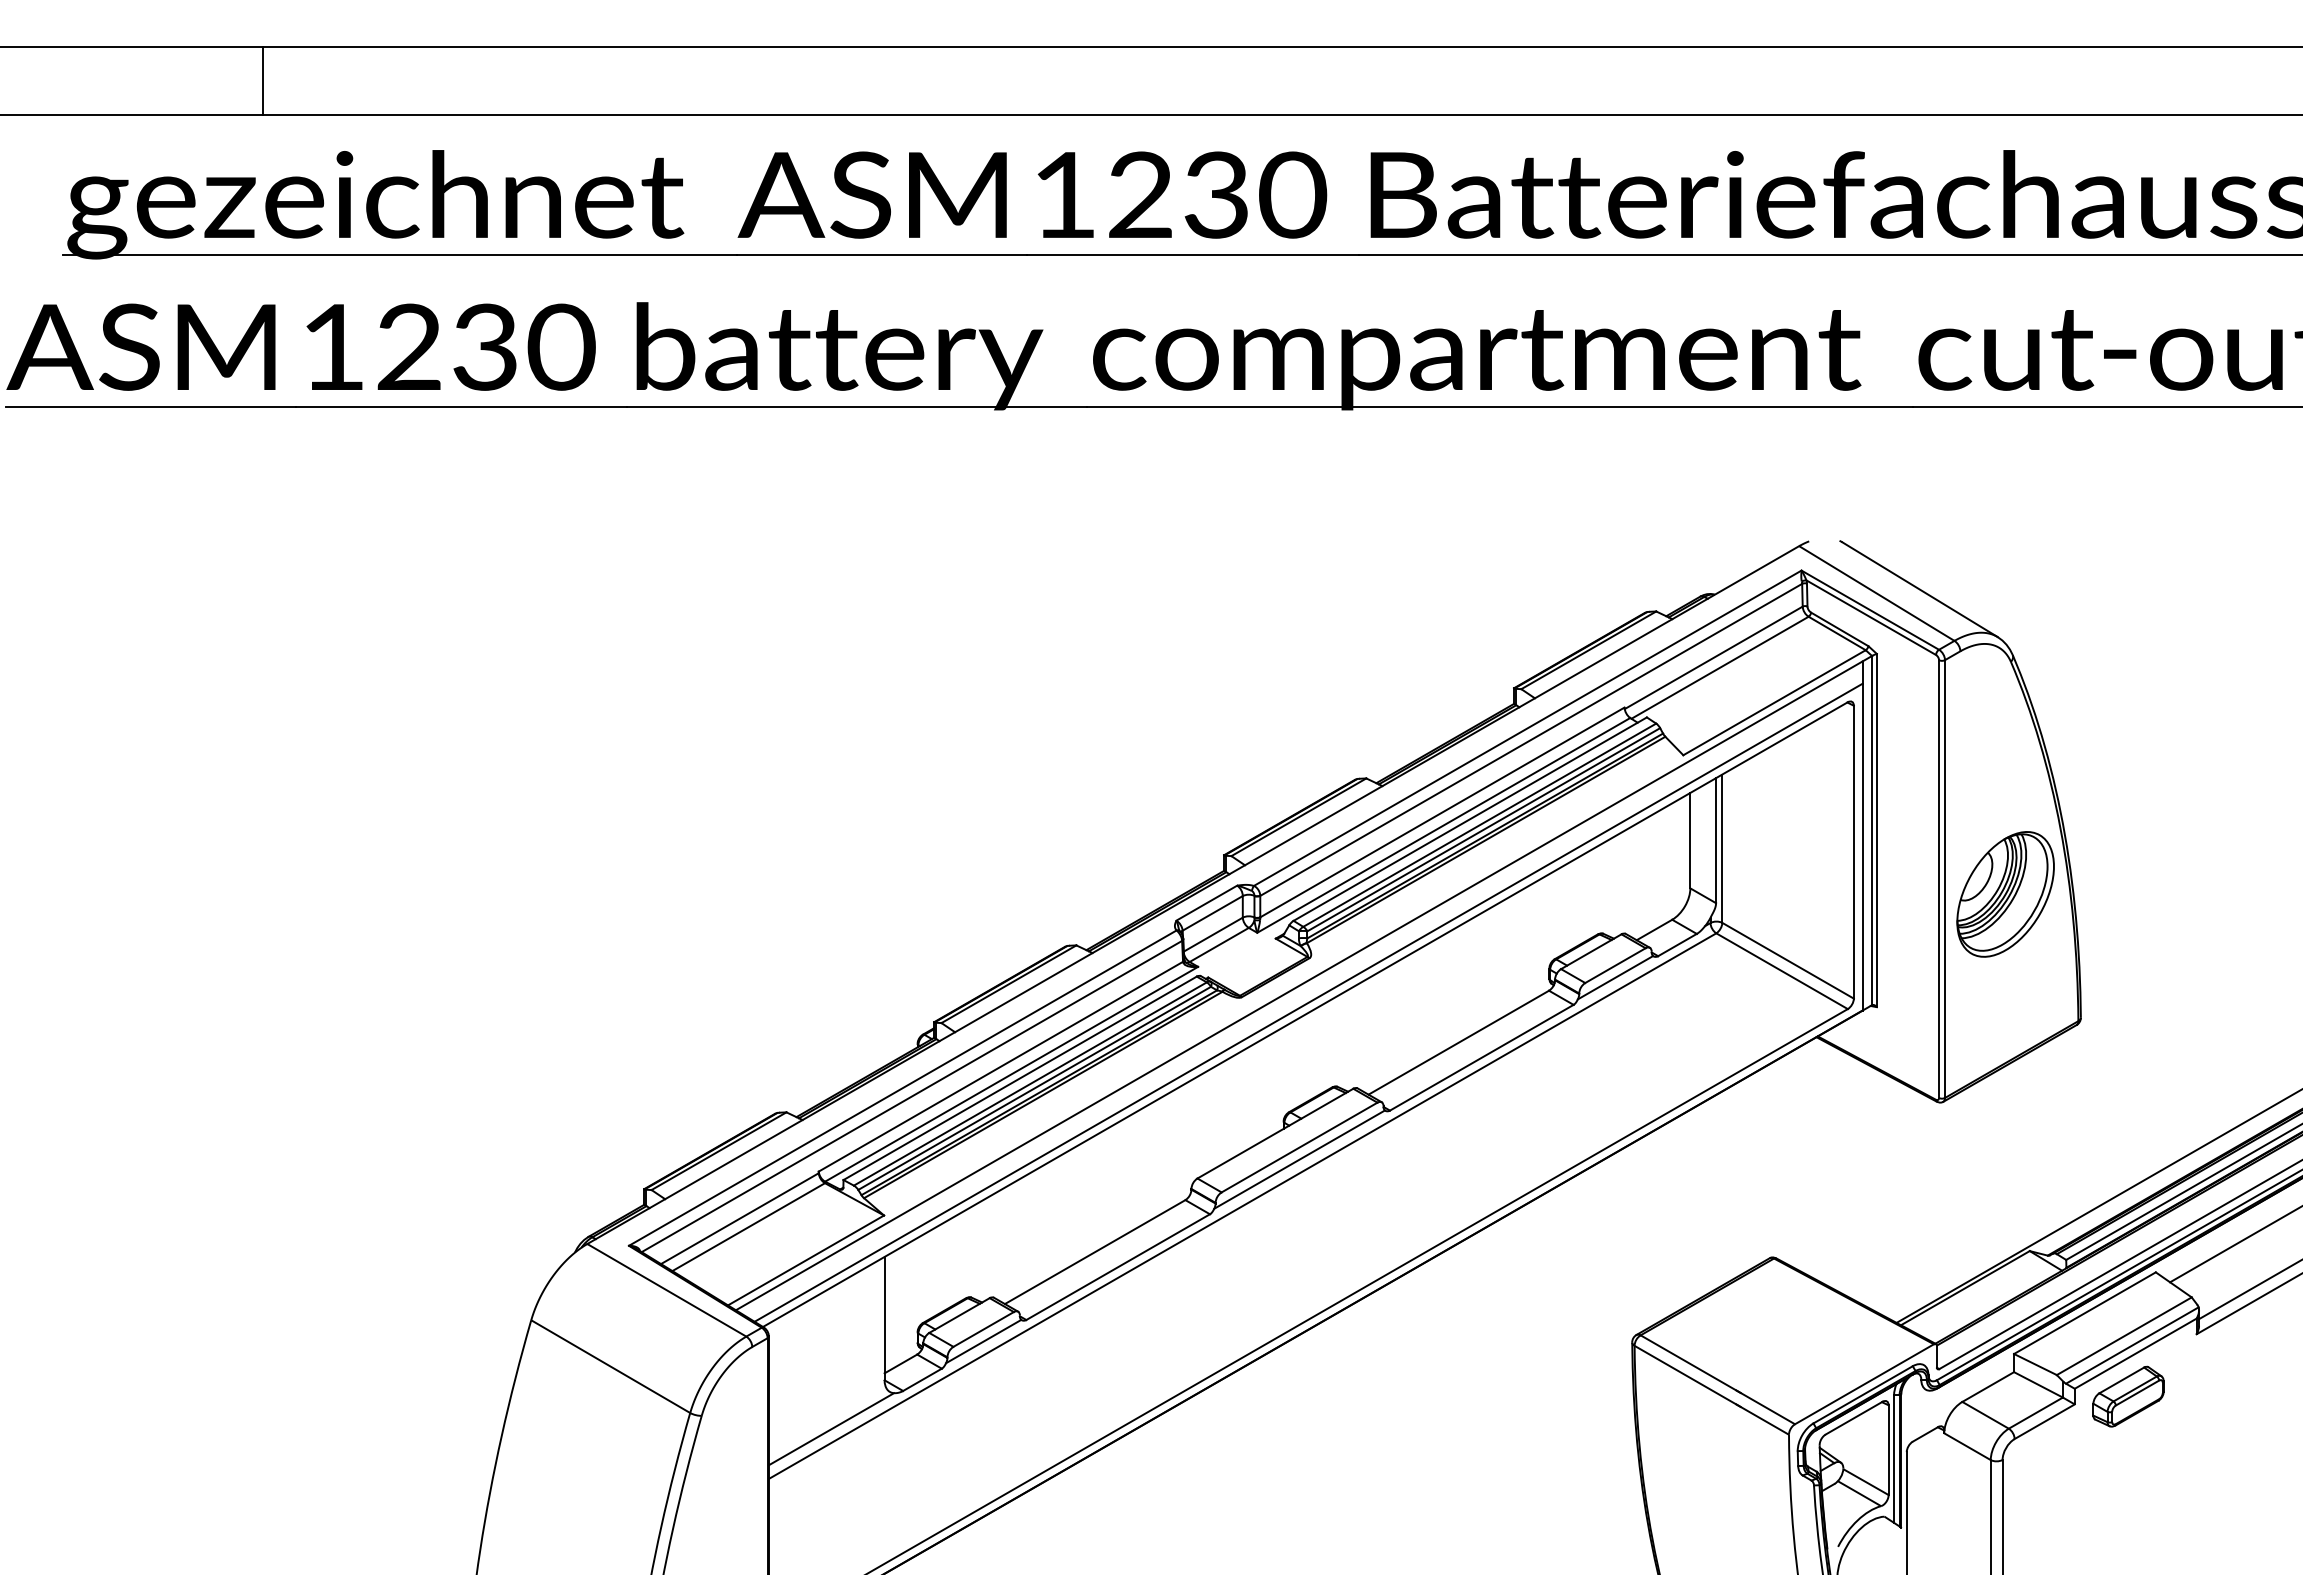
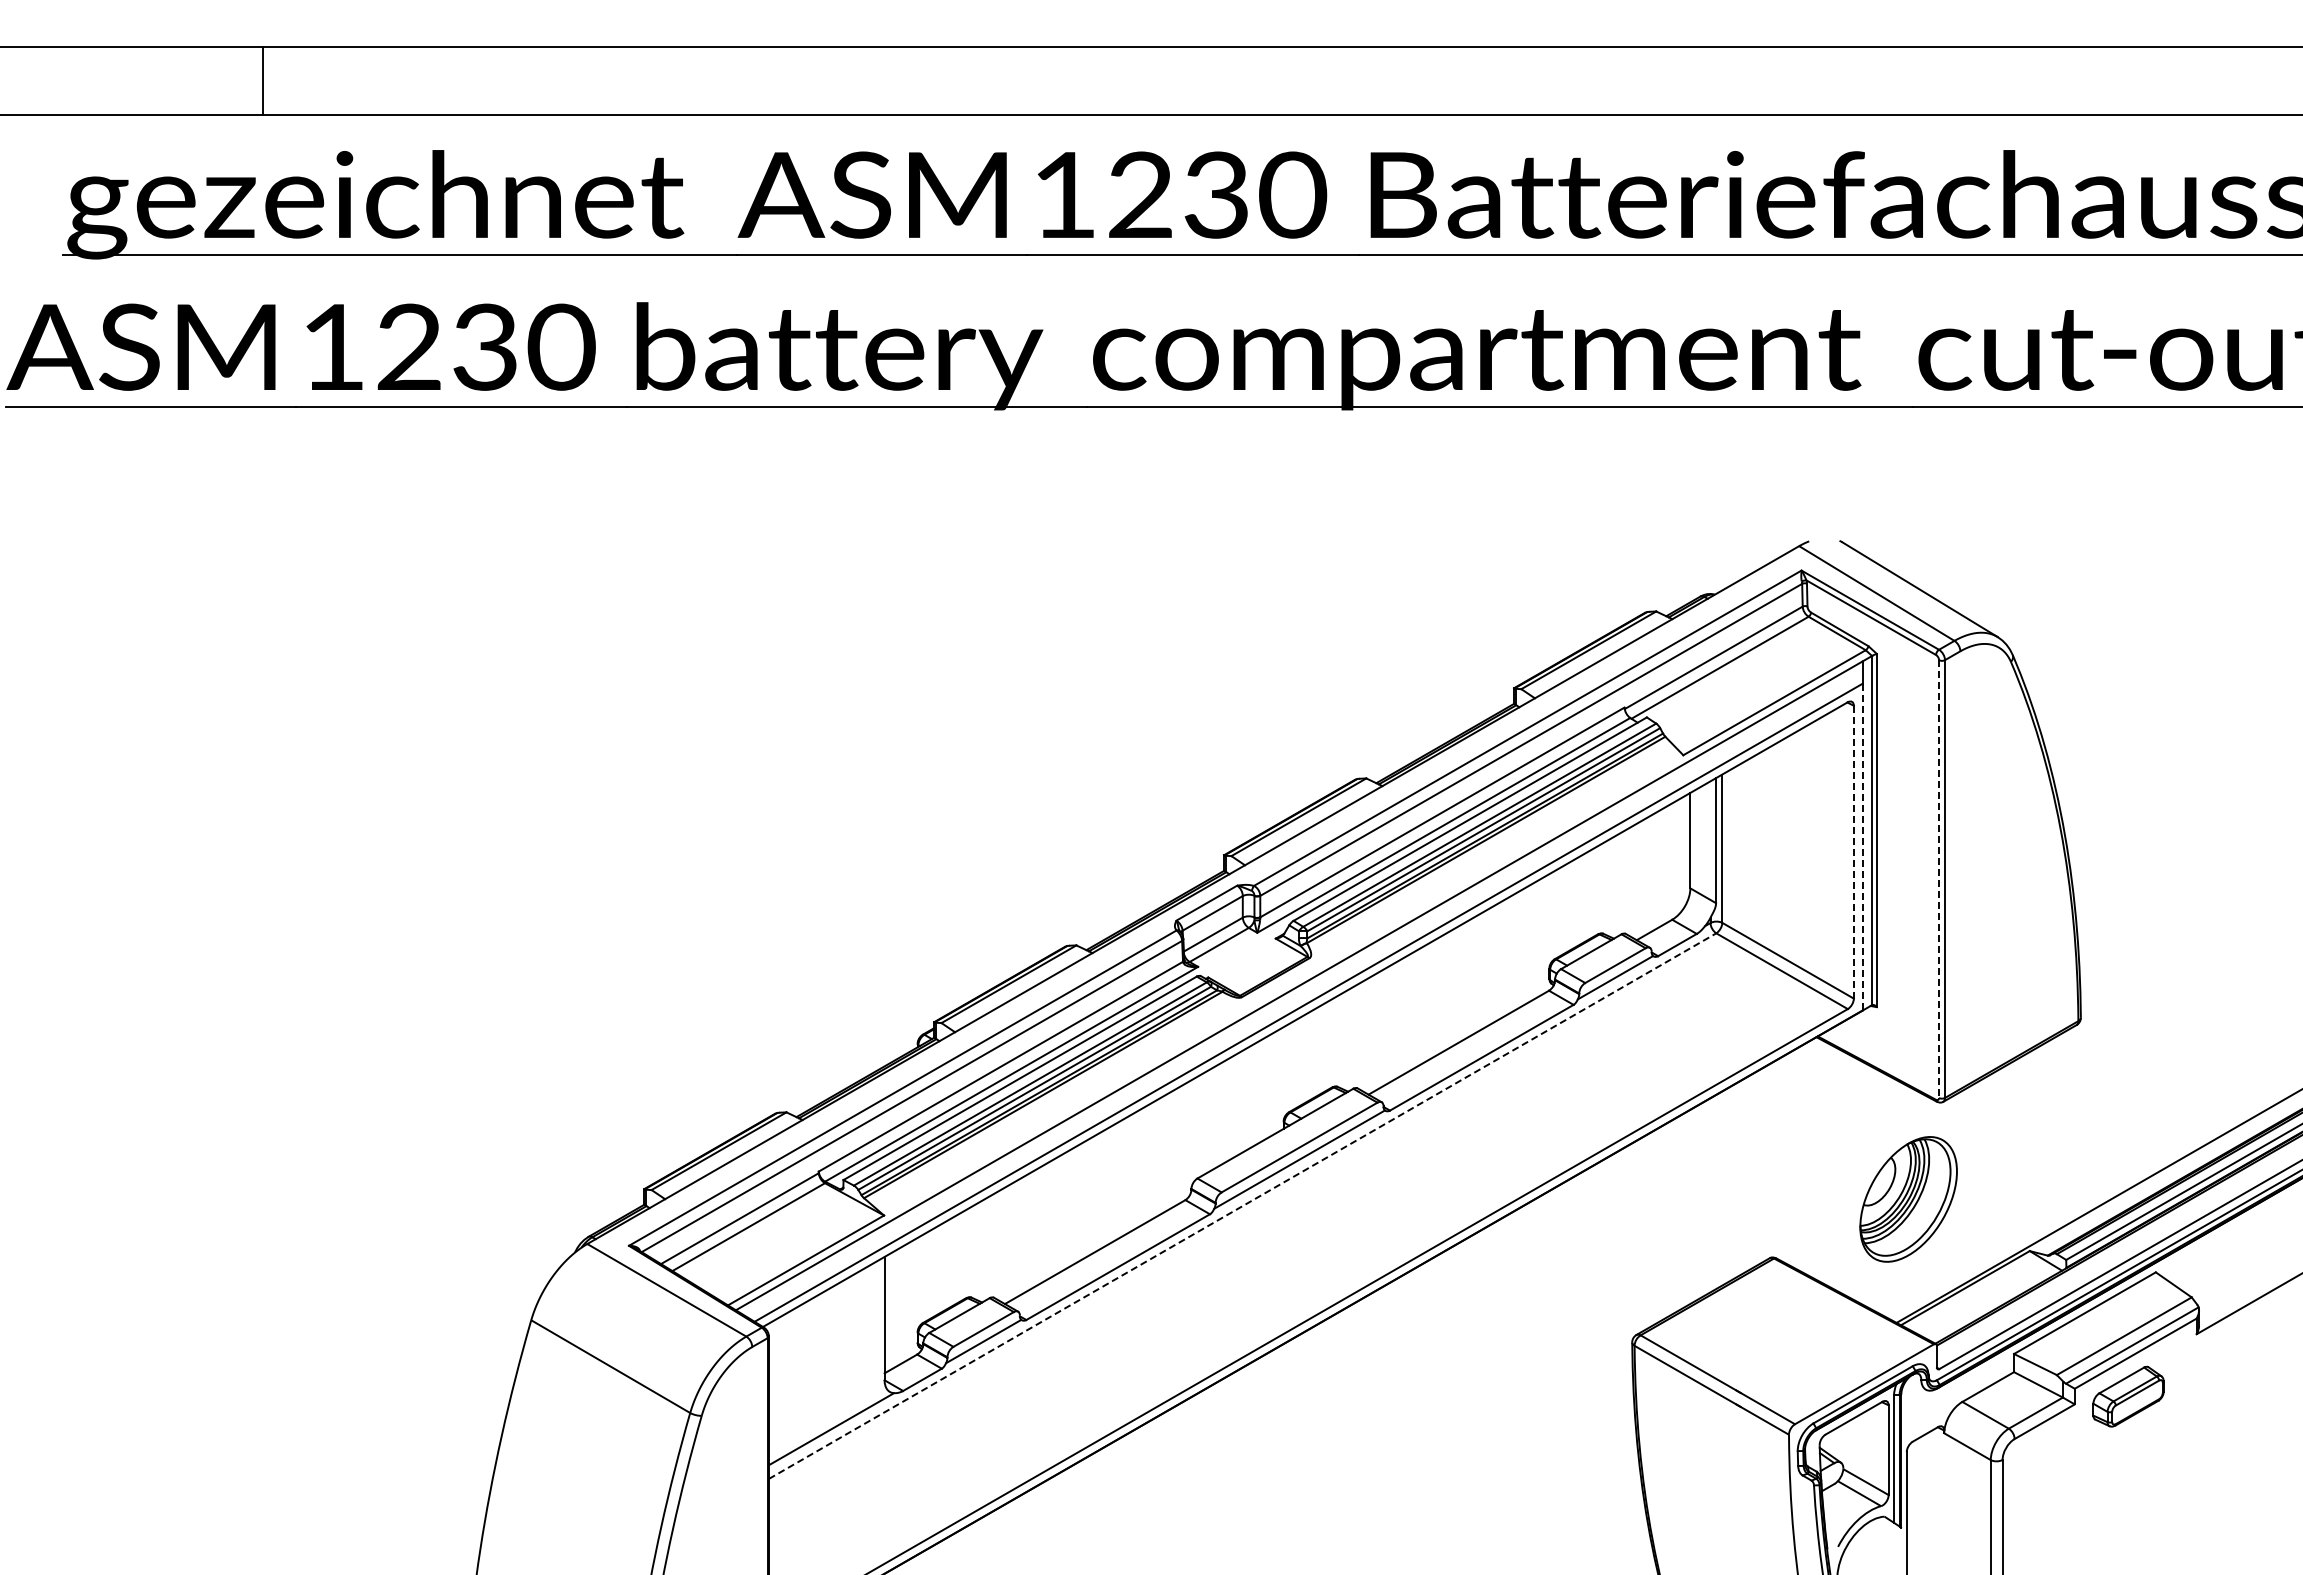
line at (1862, 847): solid -> dashed
line at (1853, 852): solid -> dashed
line at (1939, 879): solid -> dashed
part at (2005, 894) position: (2005, 894) -> (1908, 1199)
line at (1242, 1206): solid -> dashed
line at (2234, 1244): present -> none
line at (2249, 1290): present -> none
